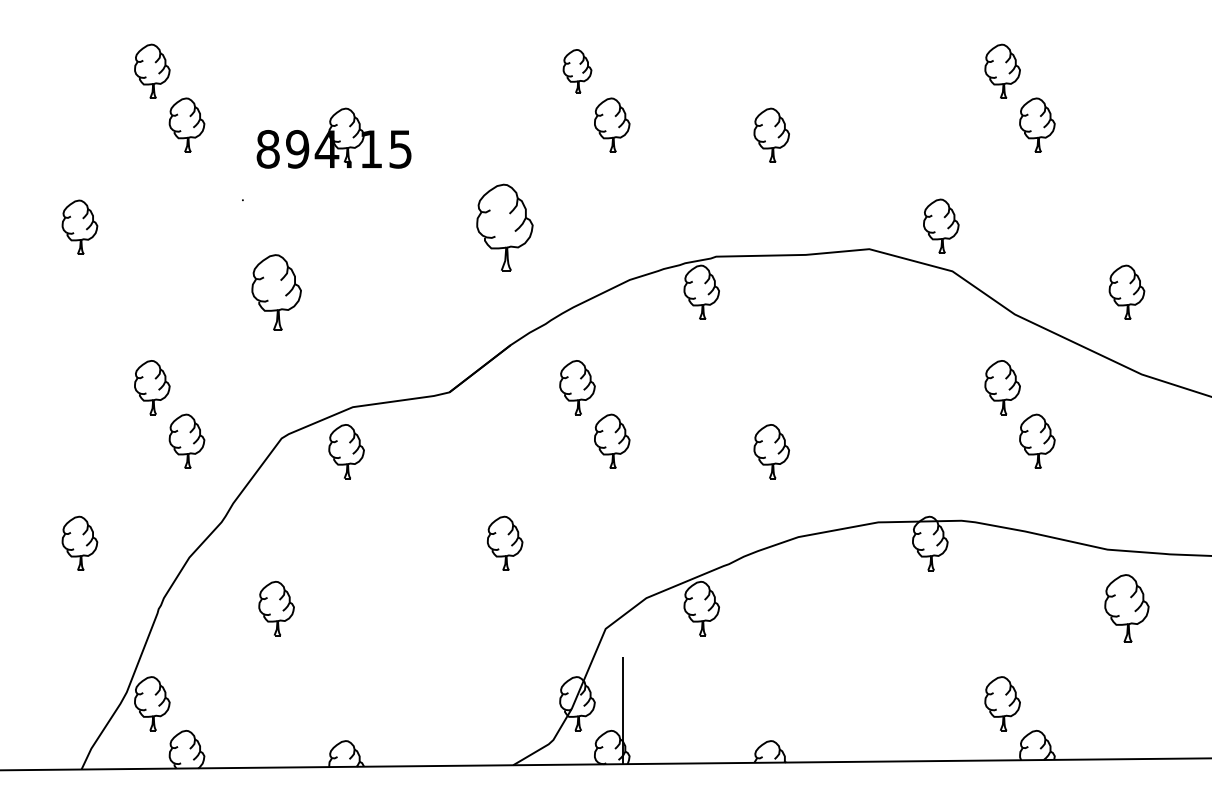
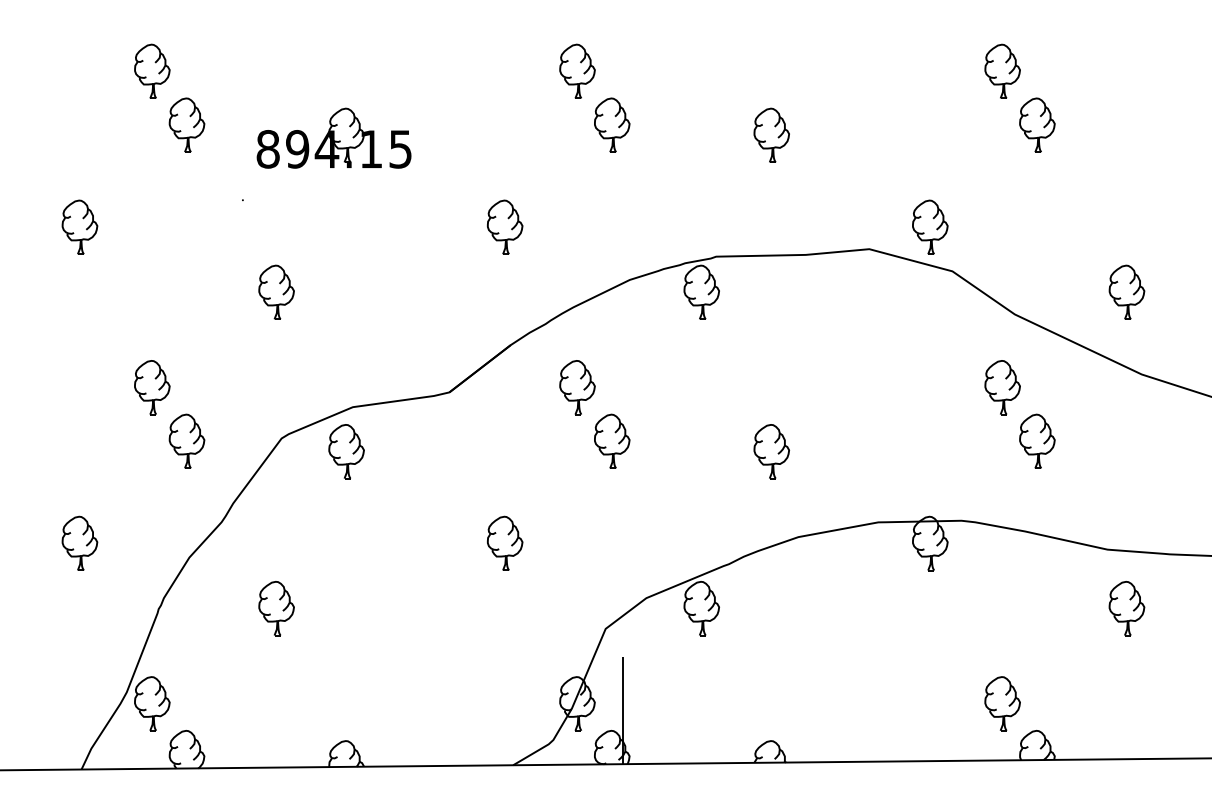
part at (577, 71) size: 31x45 px -> 37x56 px
part at (941, 225) position: (941, 225) -> (930, 226)
part at (504, 227) size: 58x89 px -> 37x56 px
part at (276, 292) size: 51x77 px -> 37x56 px
part at (1126, 608) size: 46x69 px -> 38x56 px
